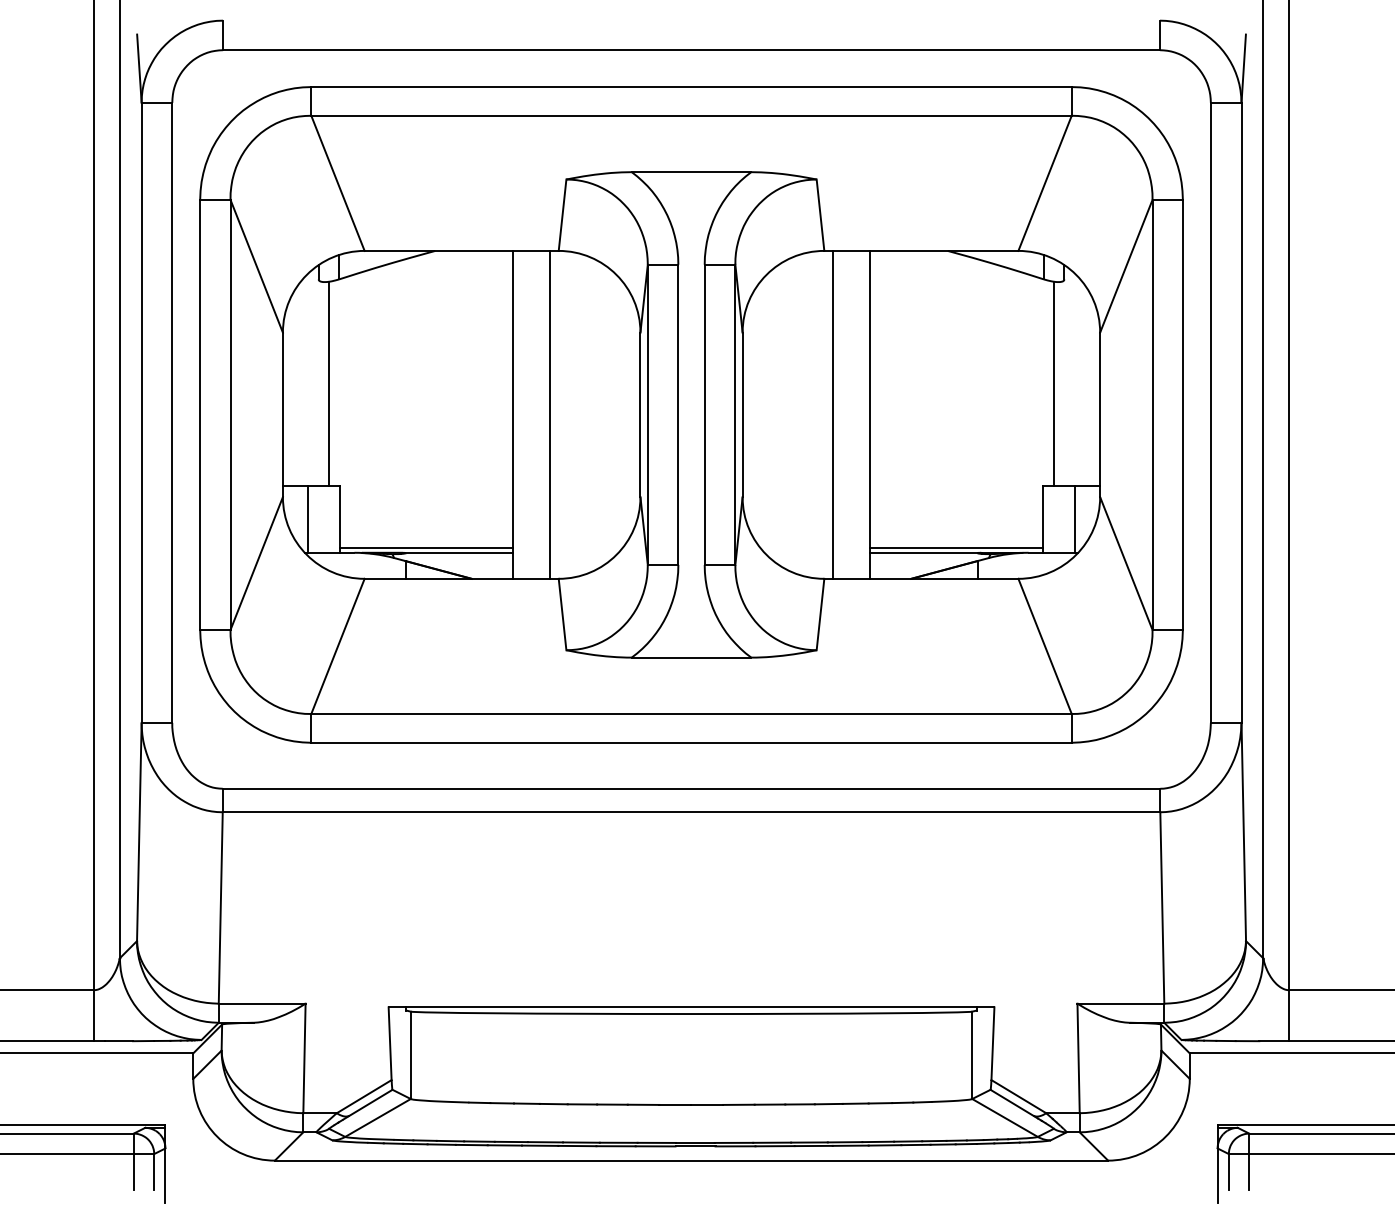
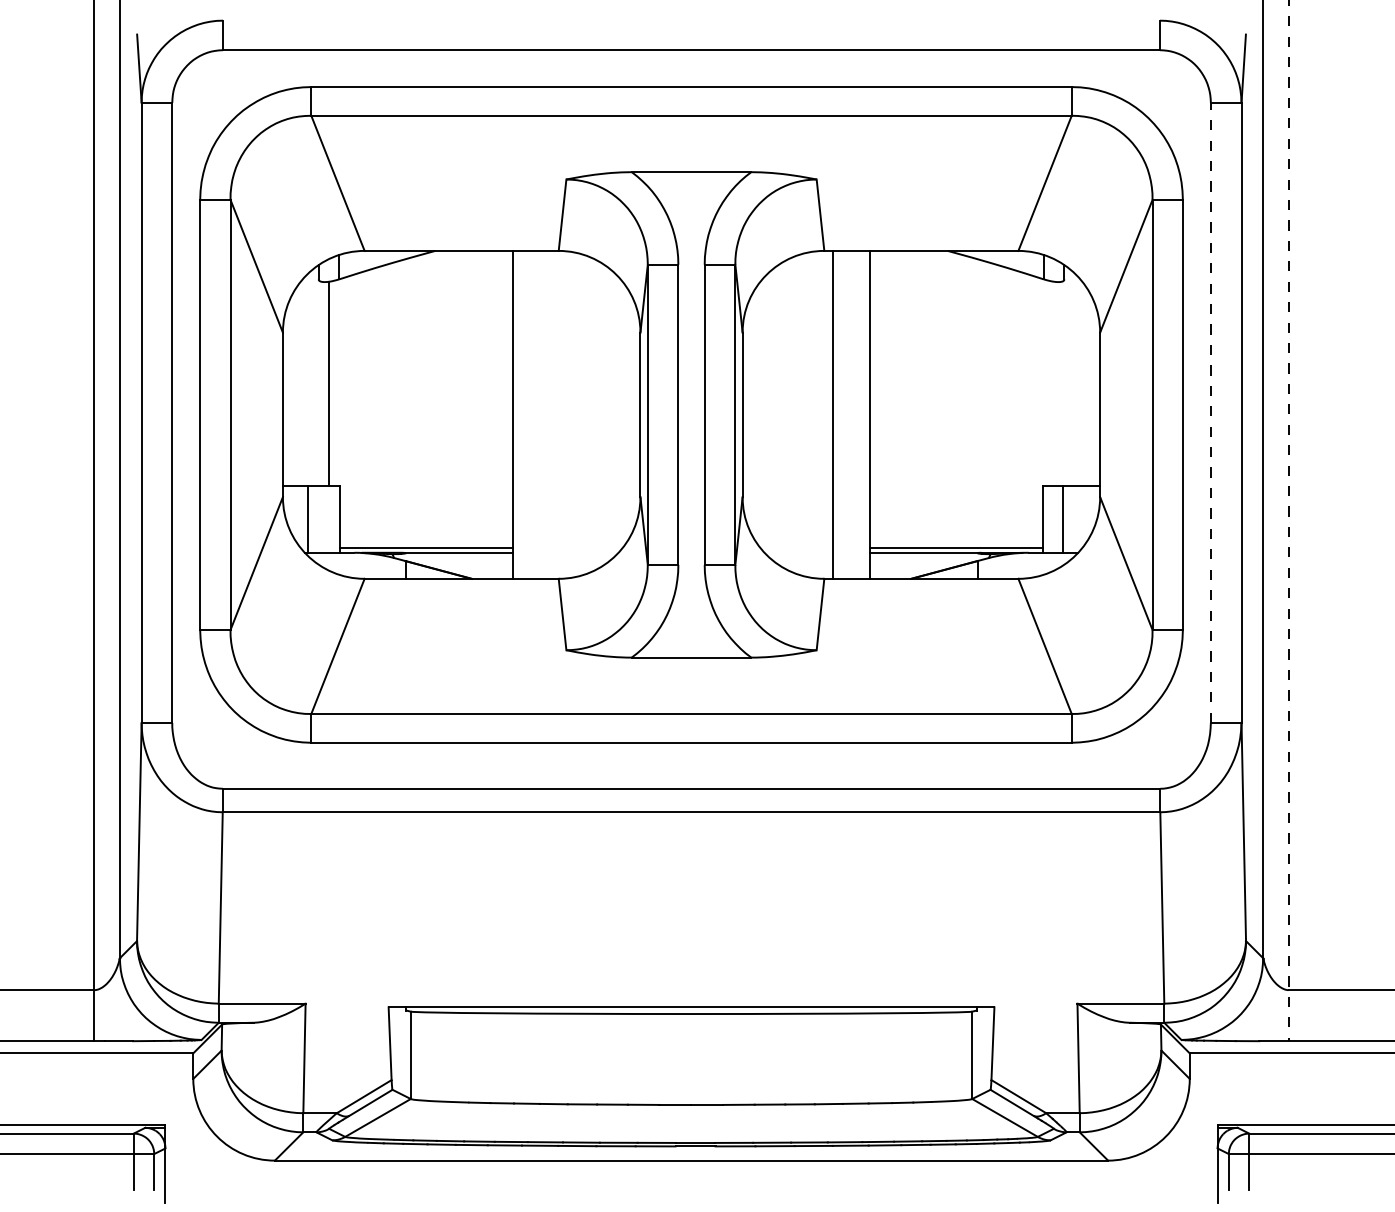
line at (1054, 383): present -> none
line at (1210, 412): solid -> dashed
line at (550, 414): present -> none
line at (1074, 519) position: (1074, 519) -> (1062, 519)
line at (1288, 521): solid -> dashed
